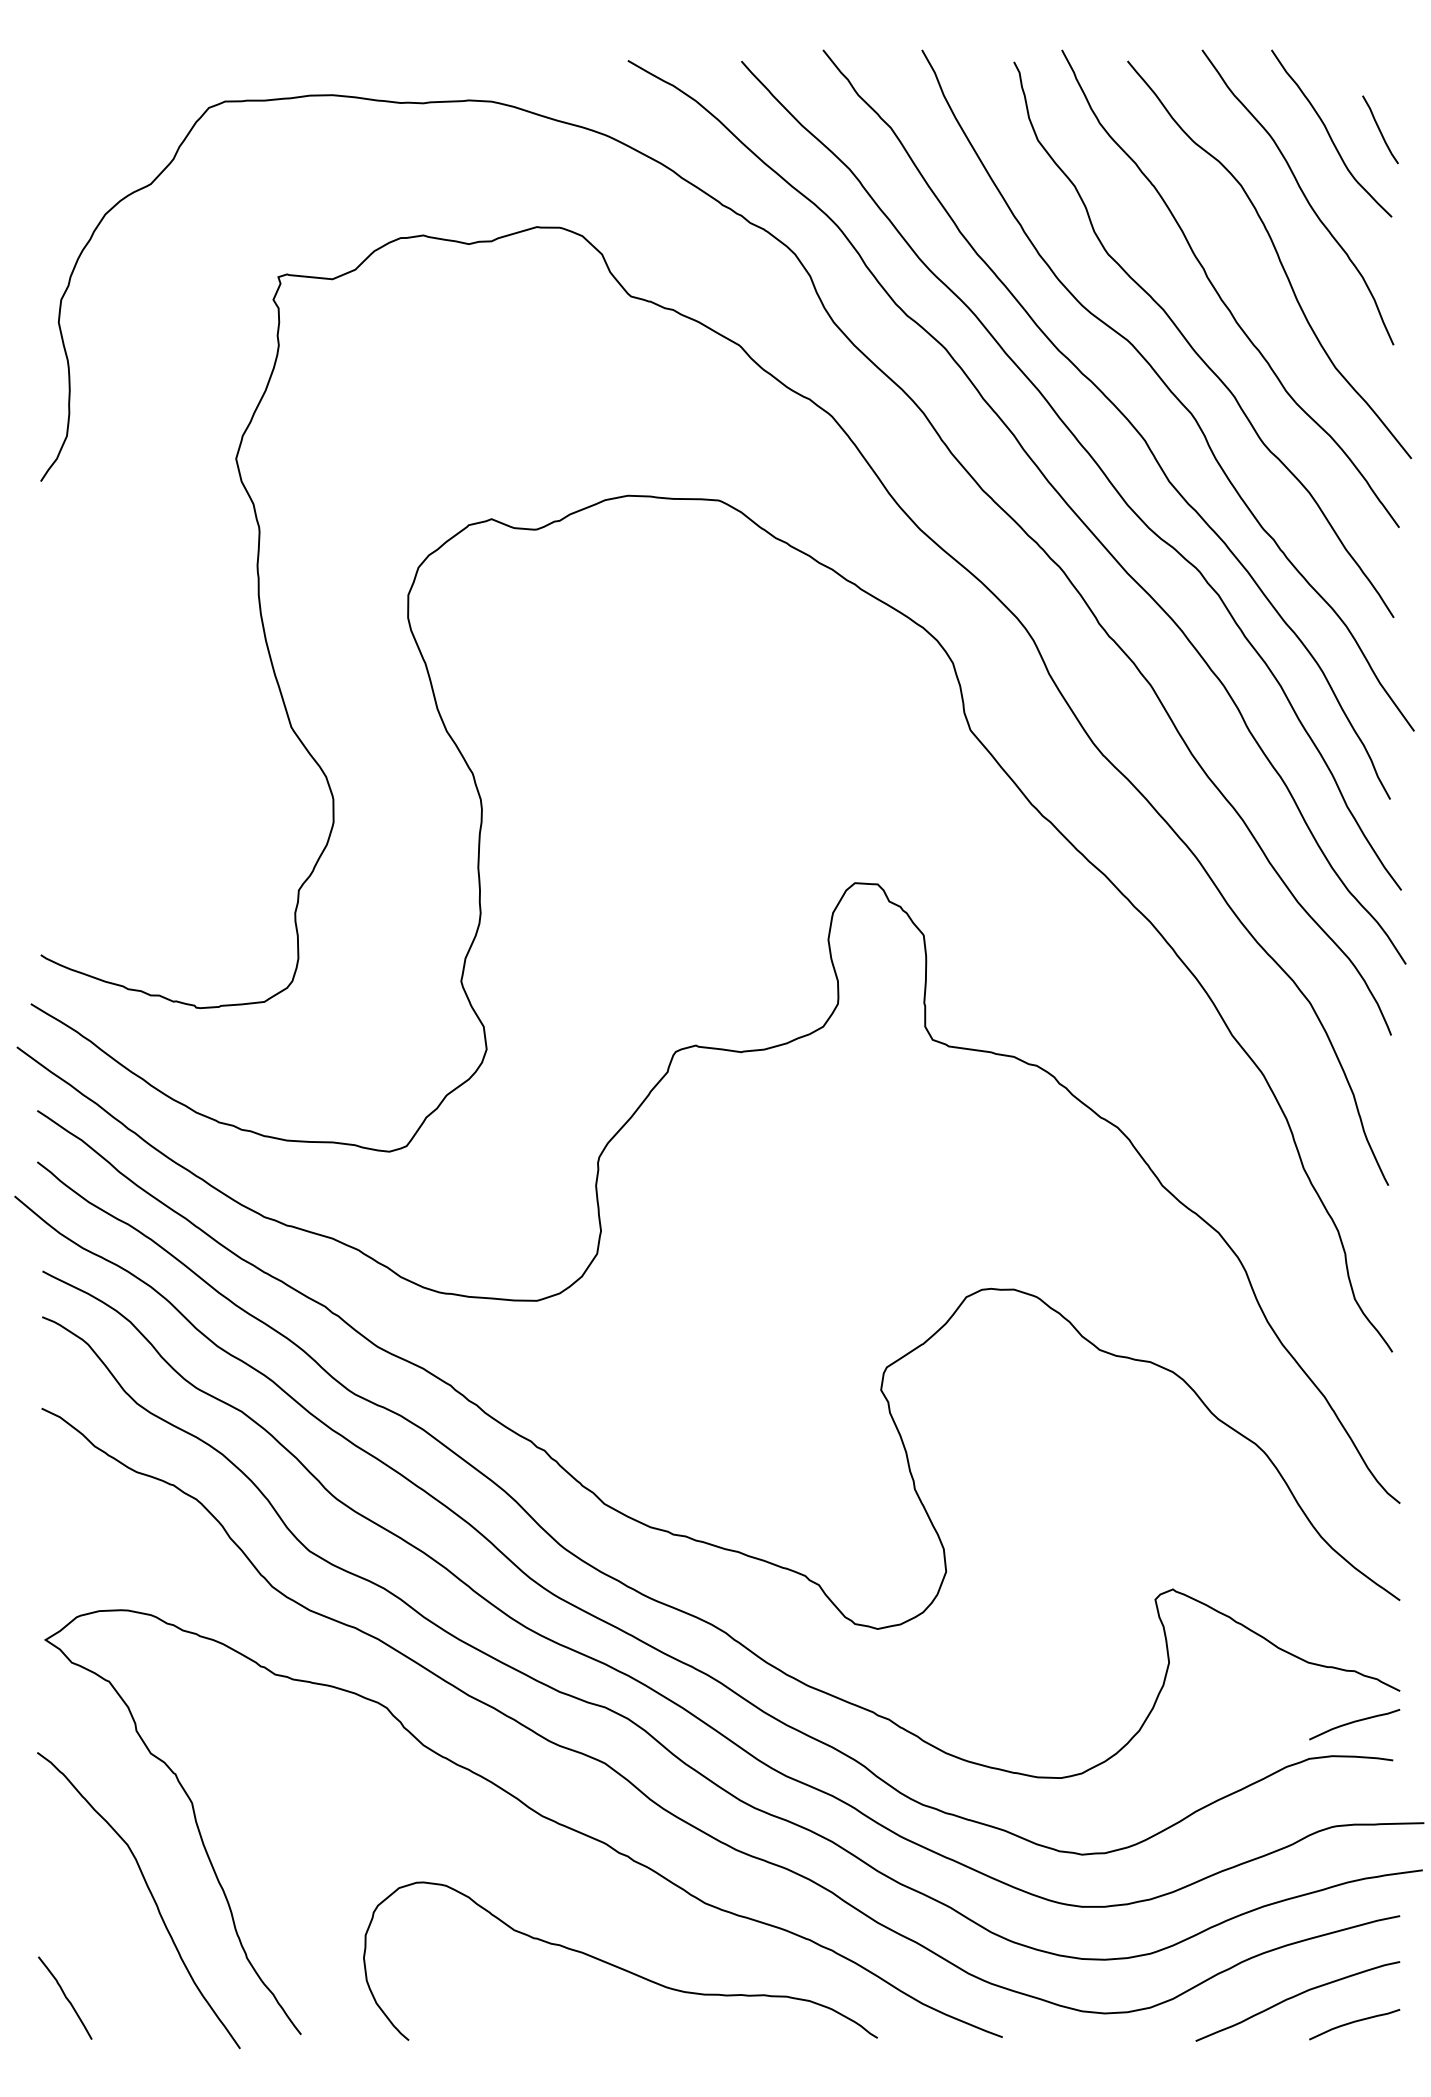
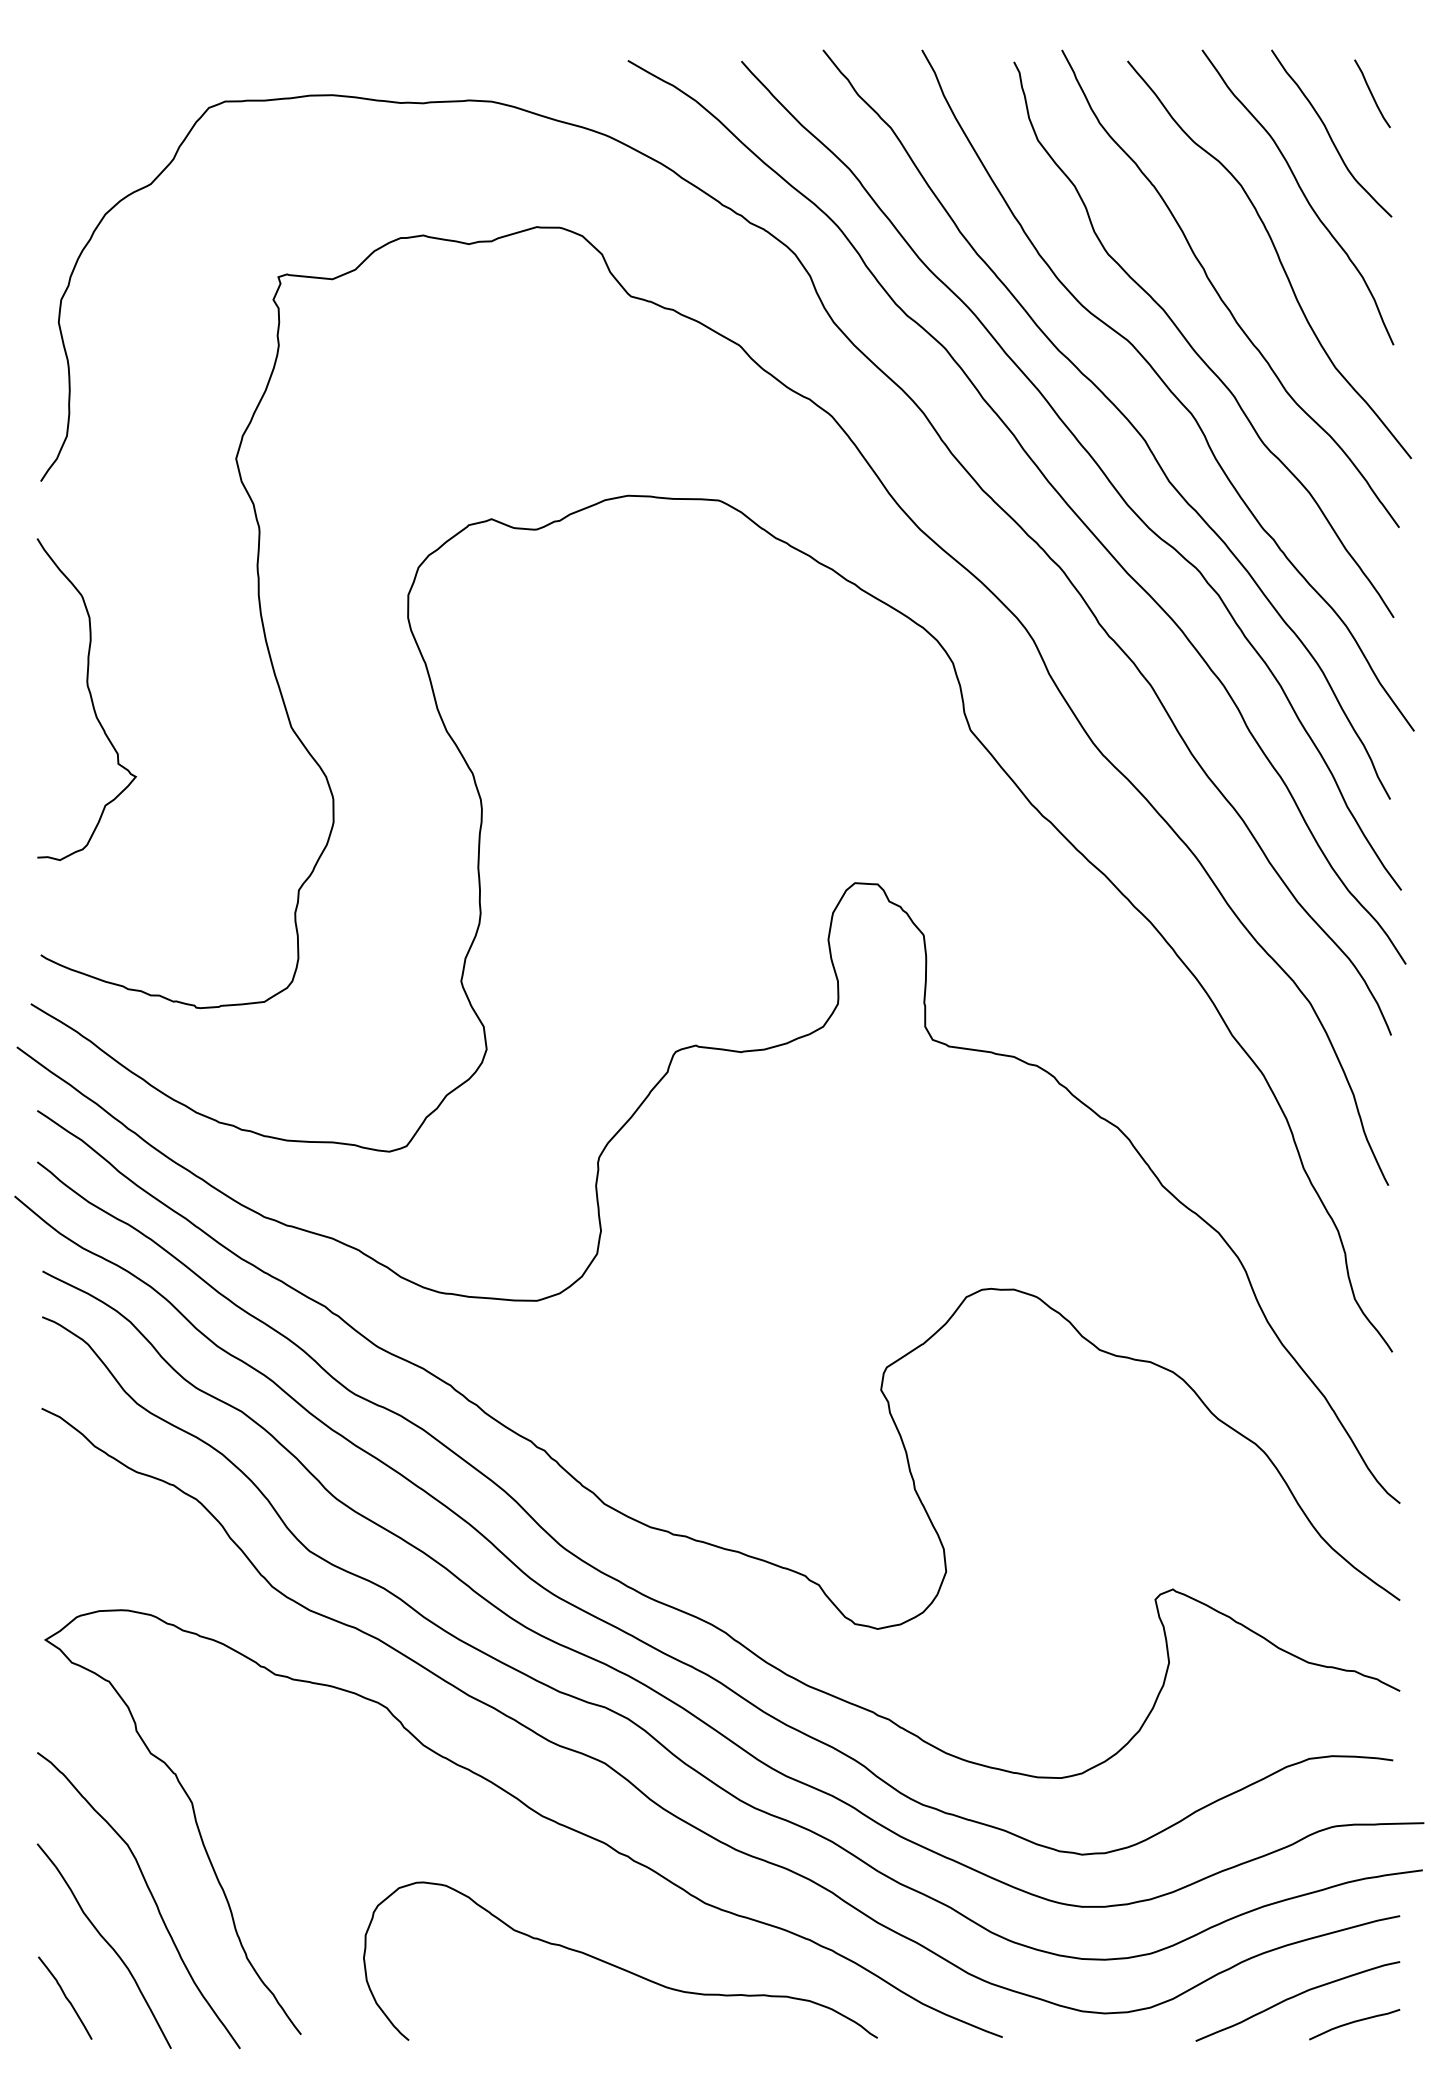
curve at (1380, 129) position: (1380, 129) -> (1372, 93)
curve at (90, 699): none -> present
curve at (1354, 1722): present -> none
curve at (106, 1943): none -> present
